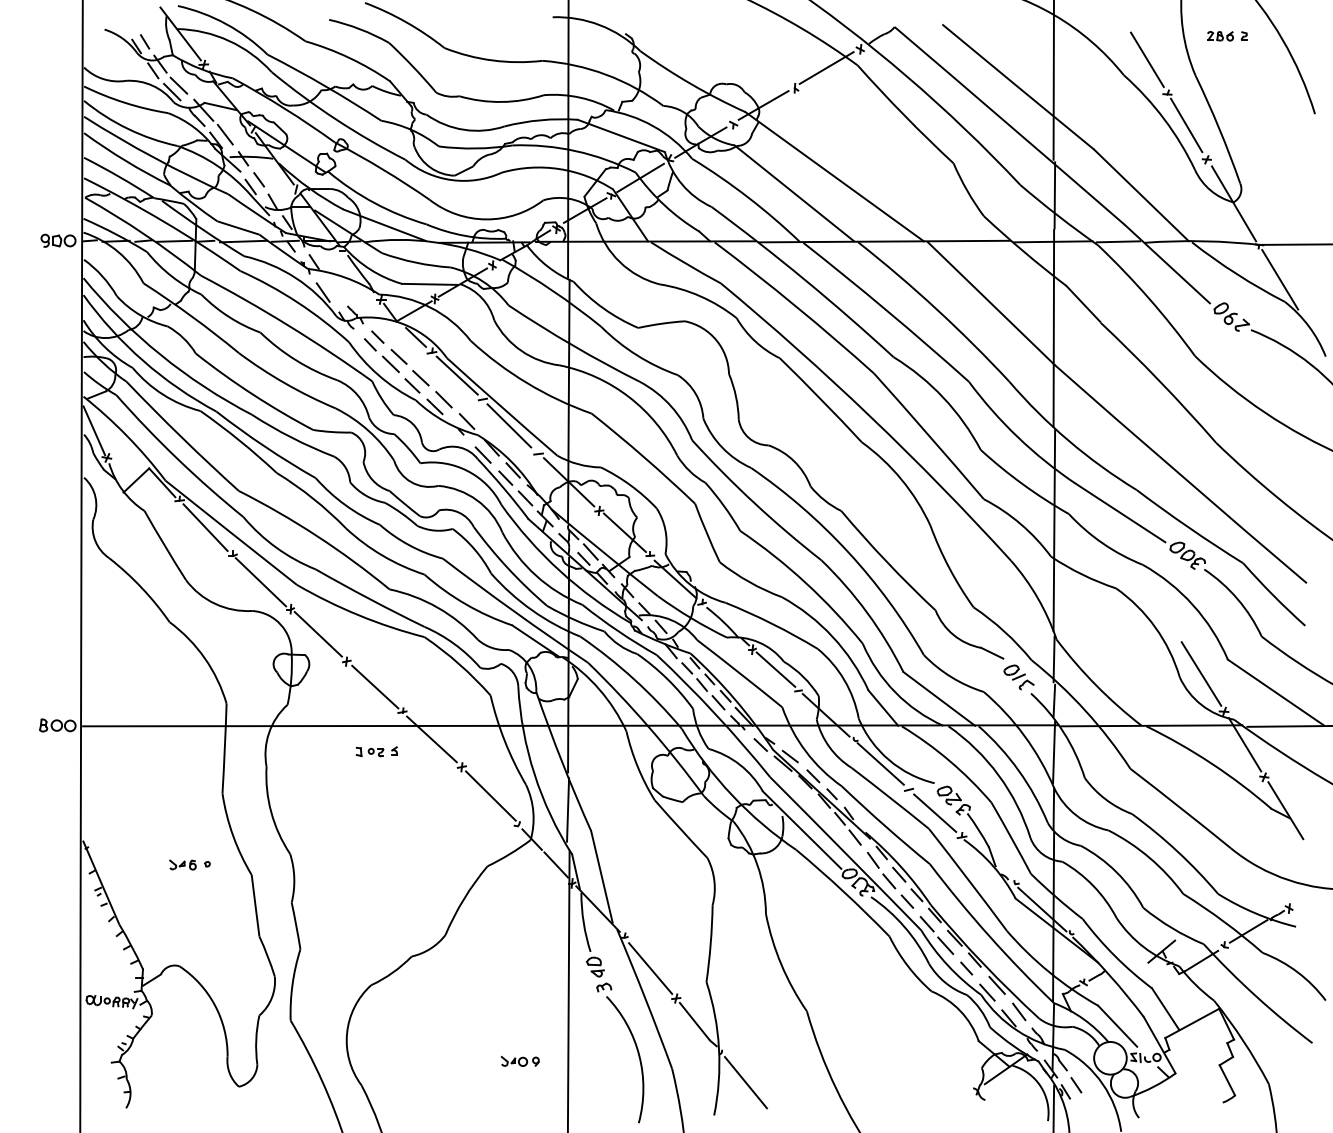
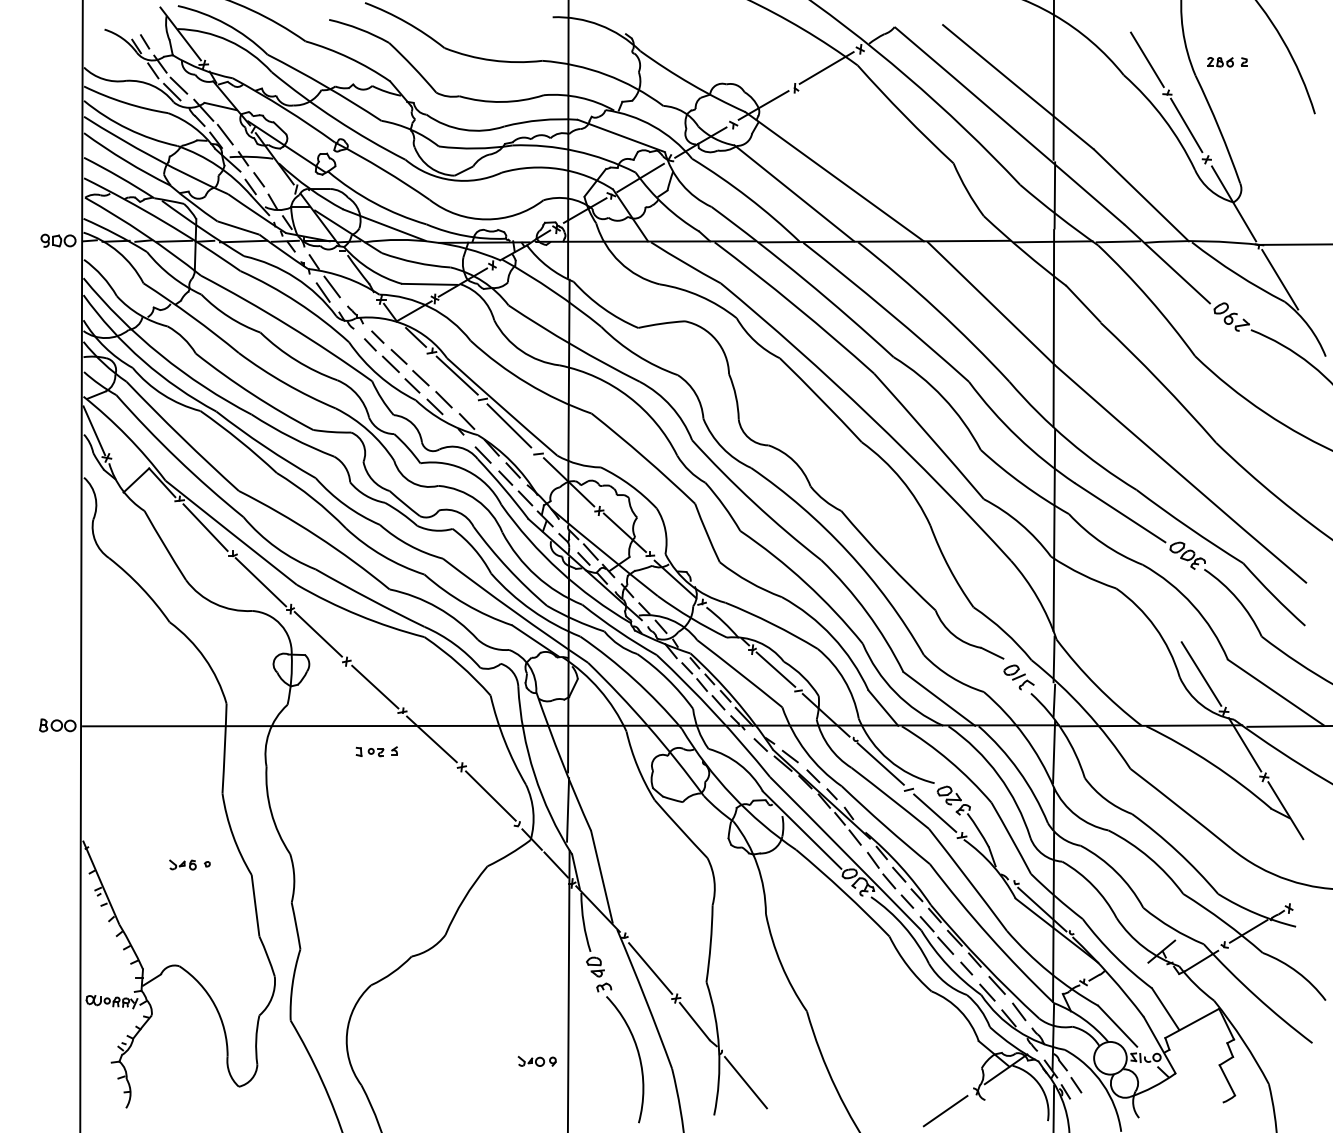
part at (1227, 36) position: (1227, 36) -> (1227, 62)
line at (331, 286): none -> present
part at (519, 1061) position: (519, 1061) -> (536, 1061)
line at (945, 1110): none -> present
